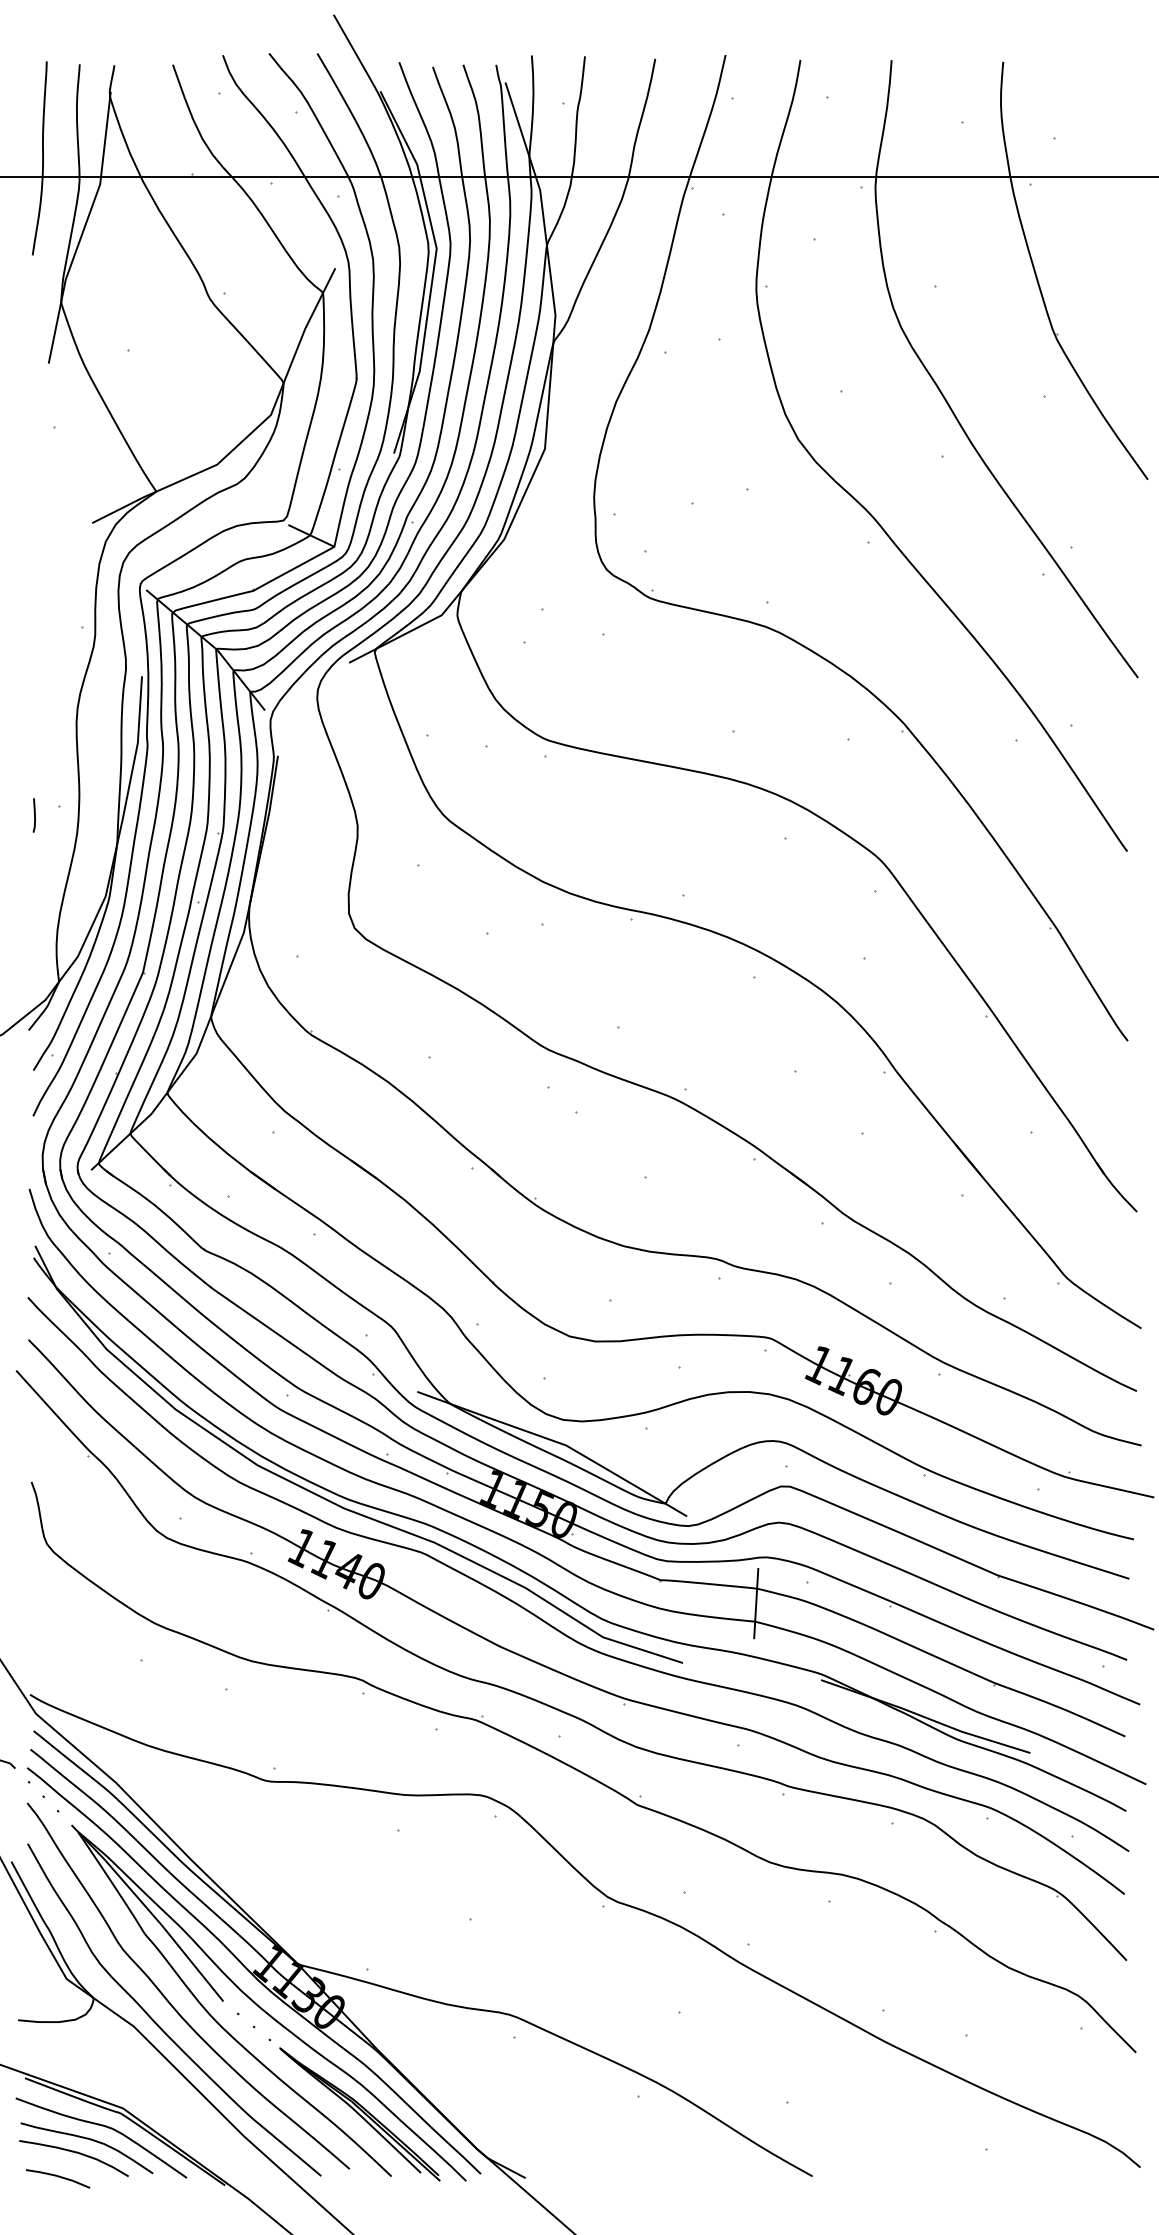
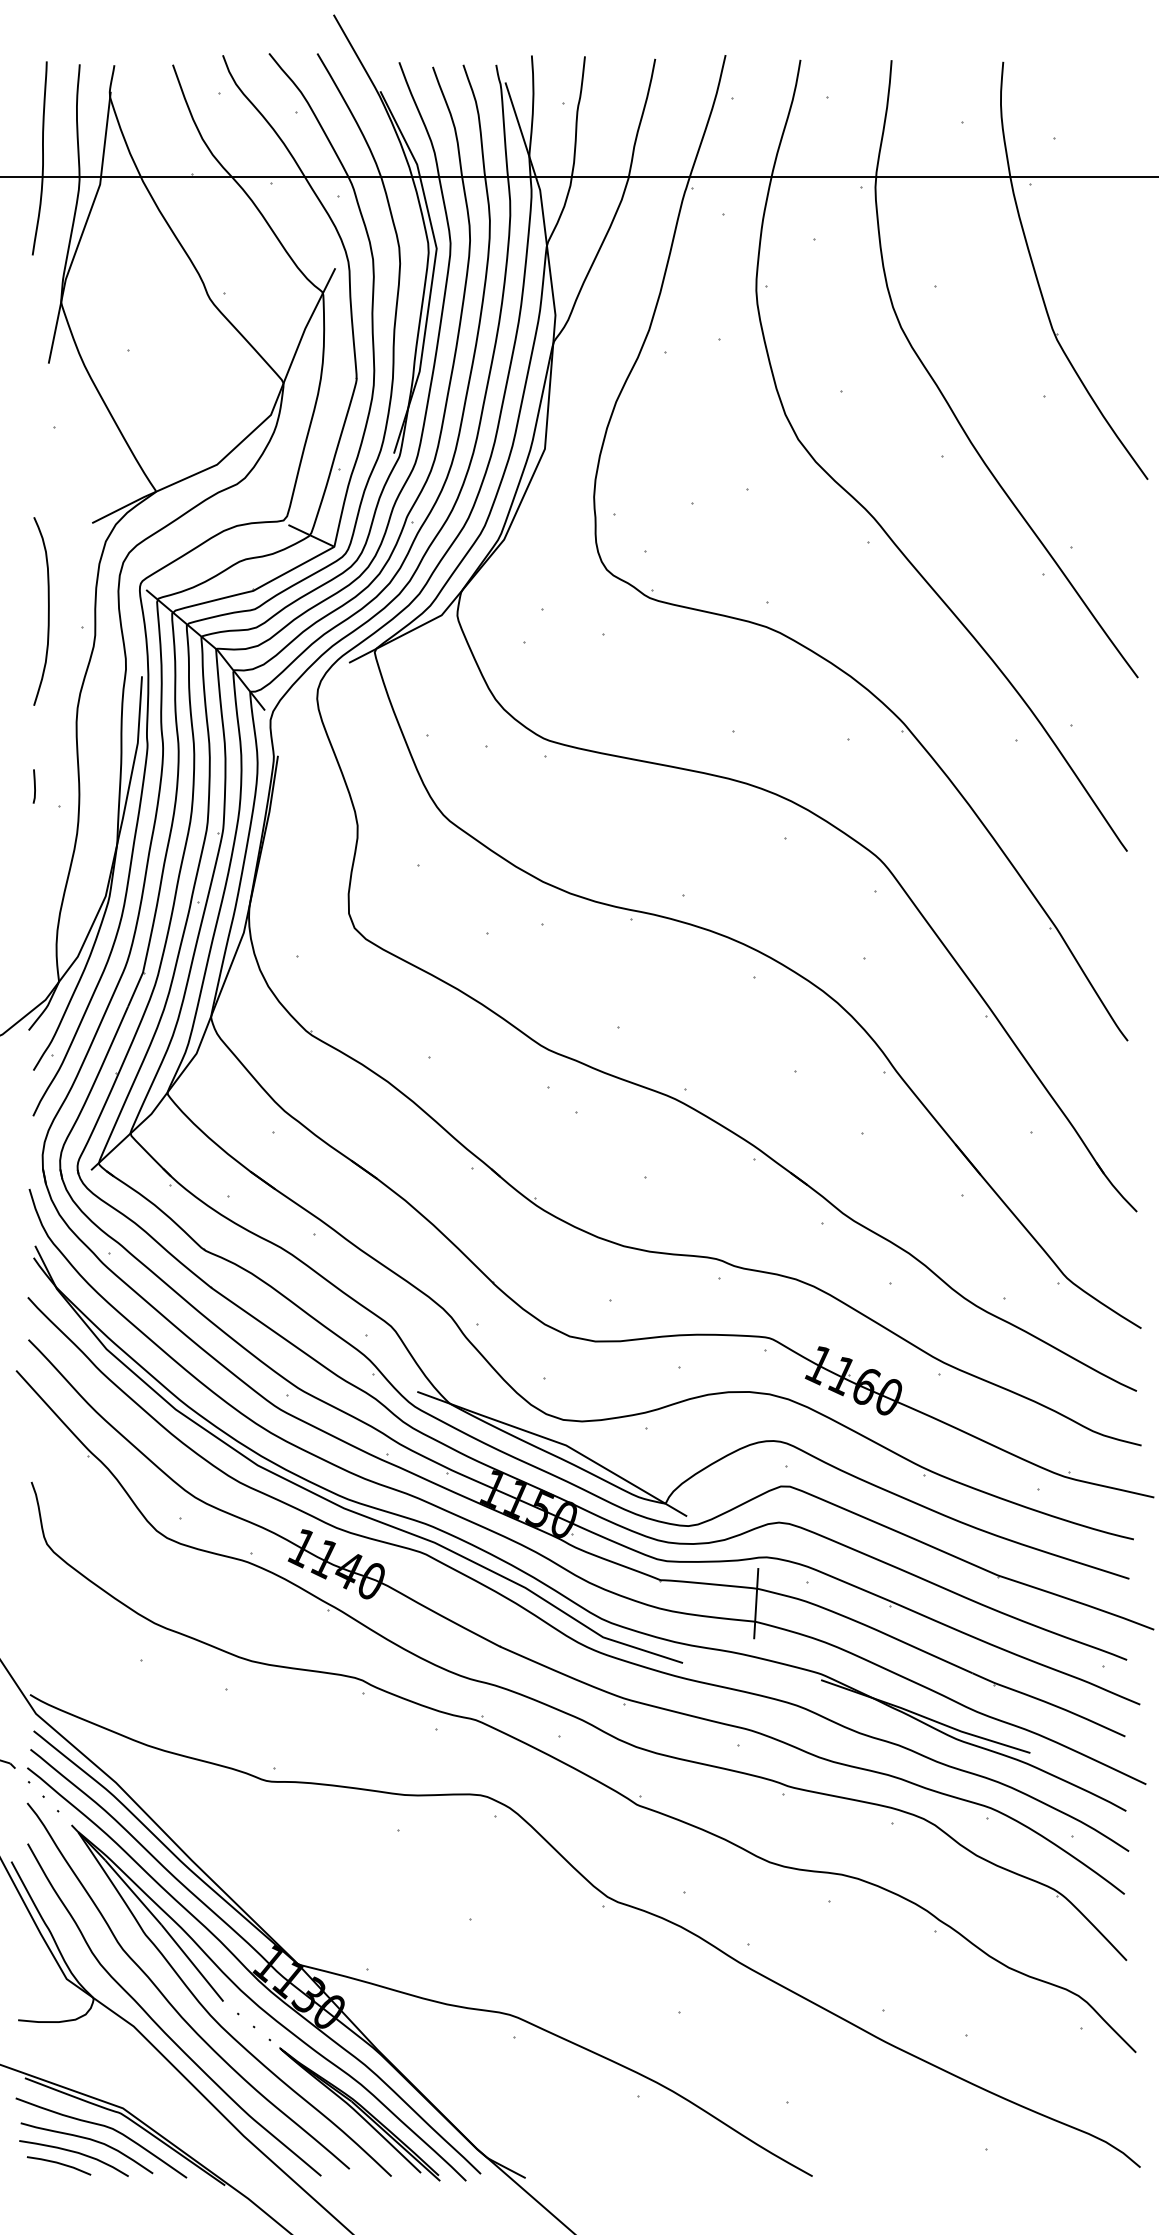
curve at (47, 613): none -> present
line at (34, 815) position: (34, 815) -> (34, 786)
line at (57, 2177) position: (57, 2177) -> (58, 2164)
